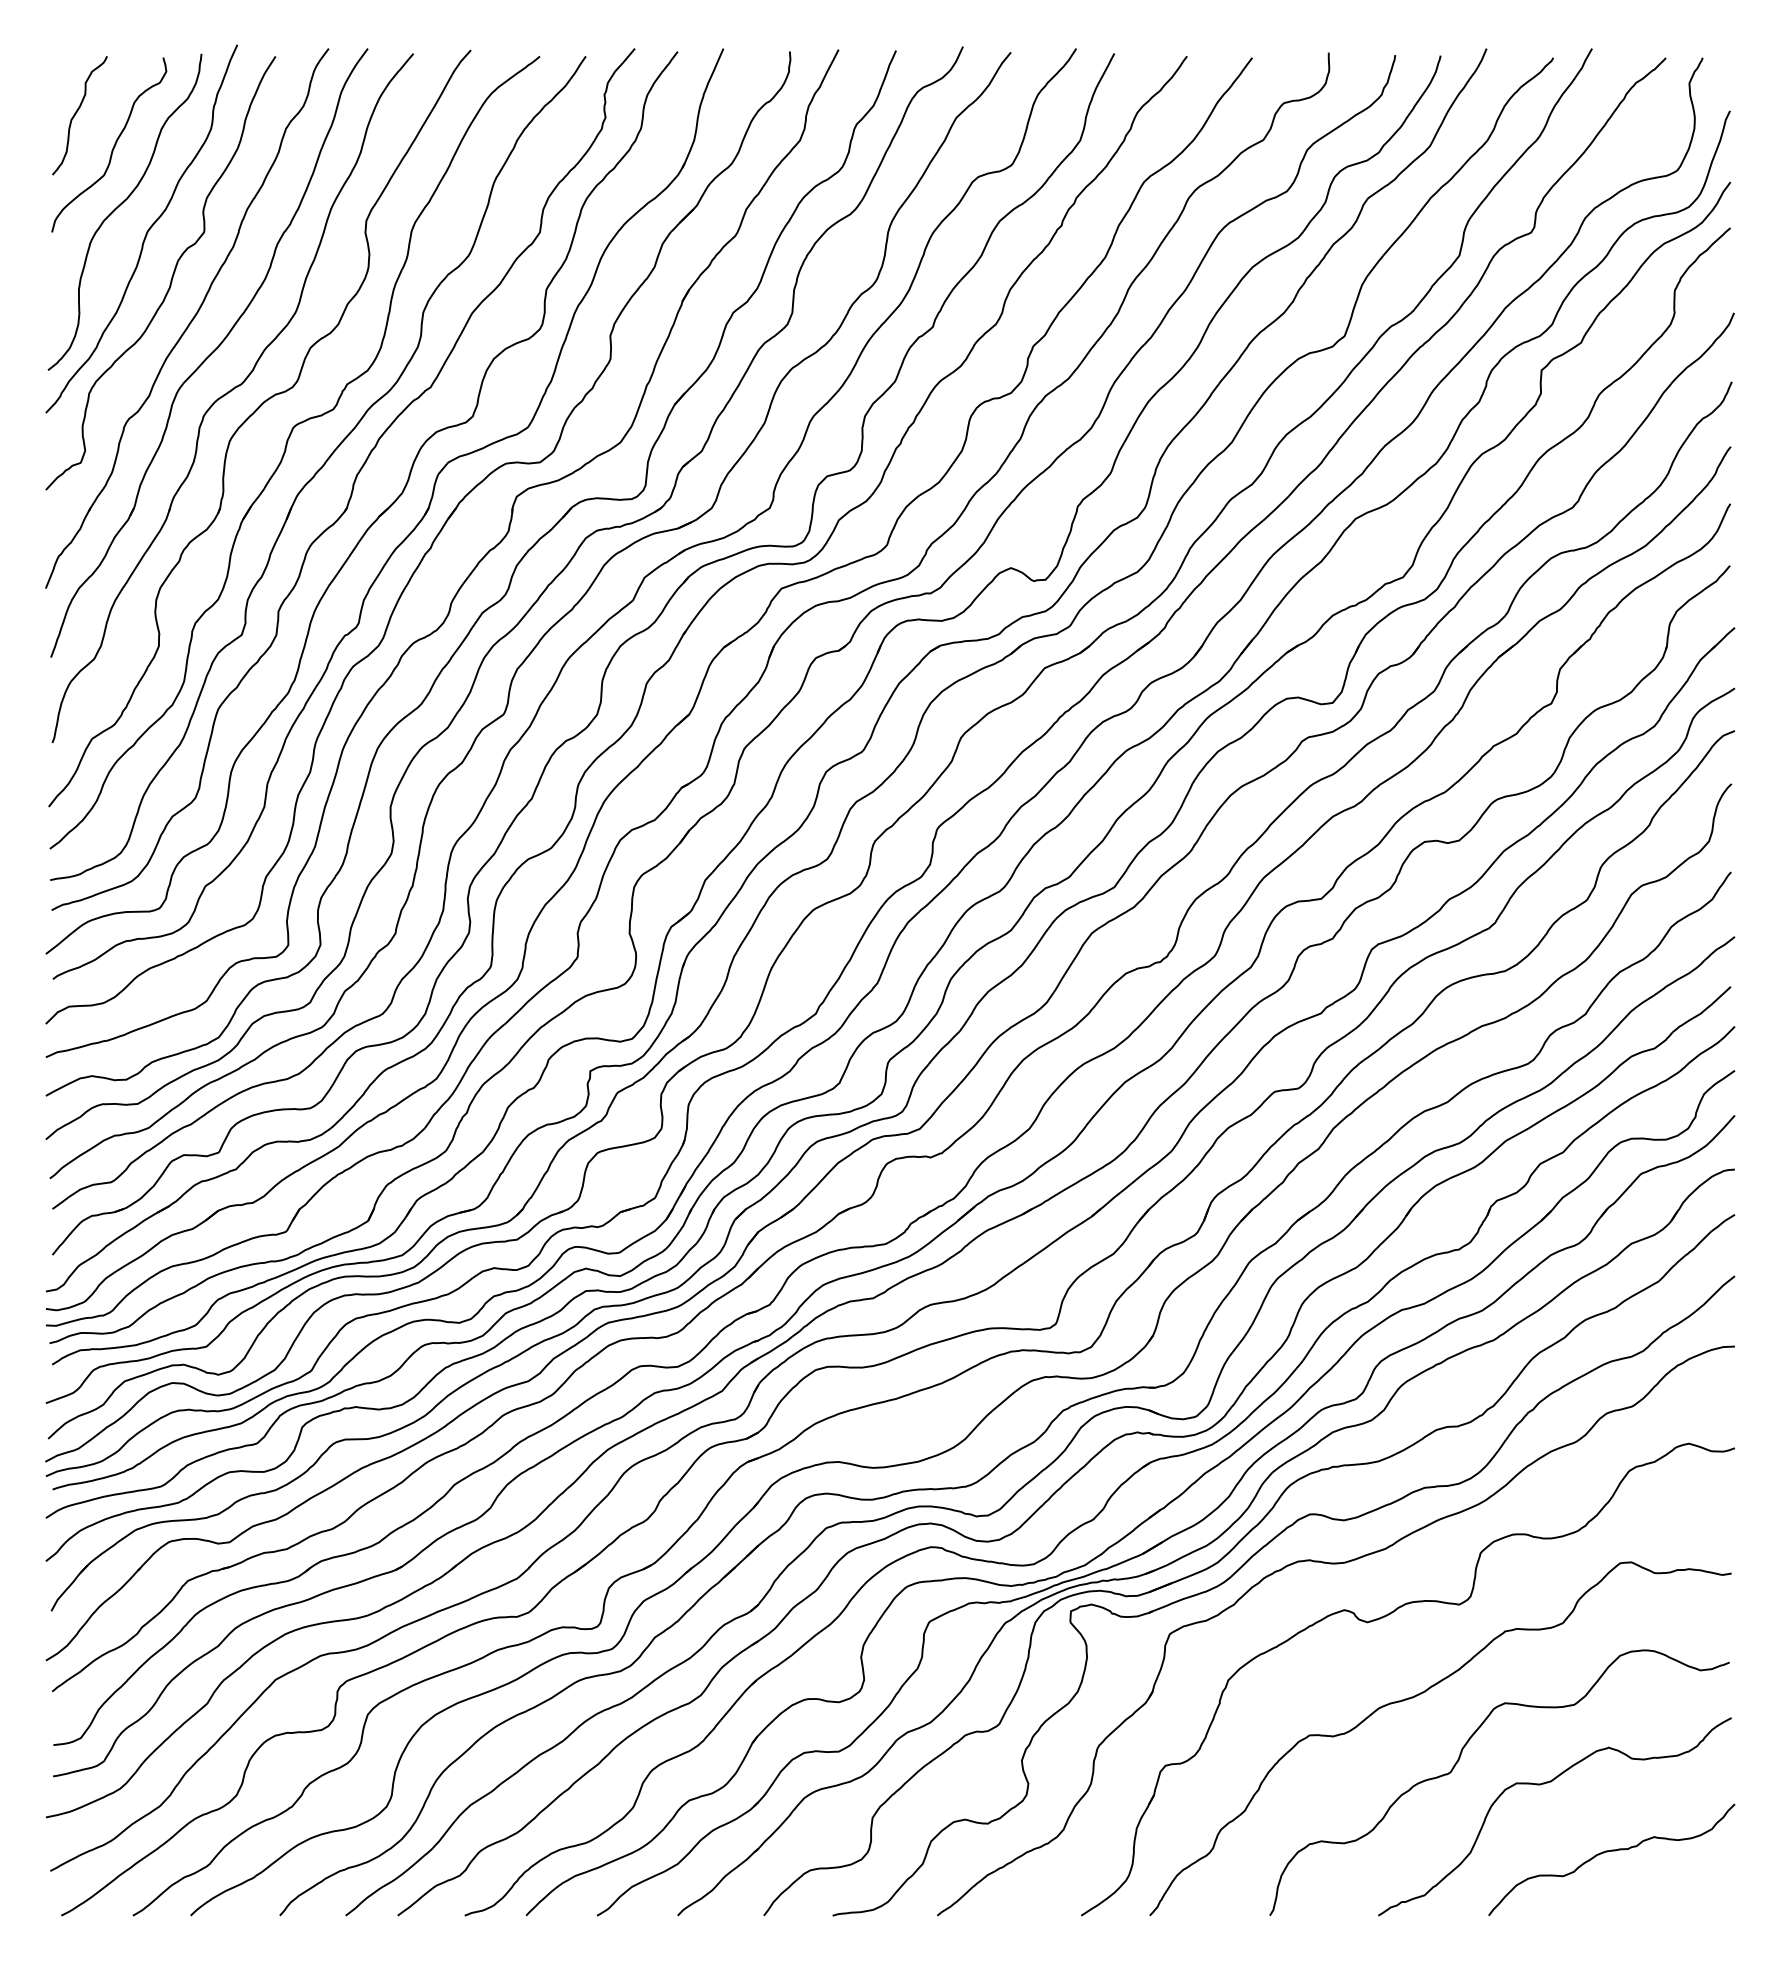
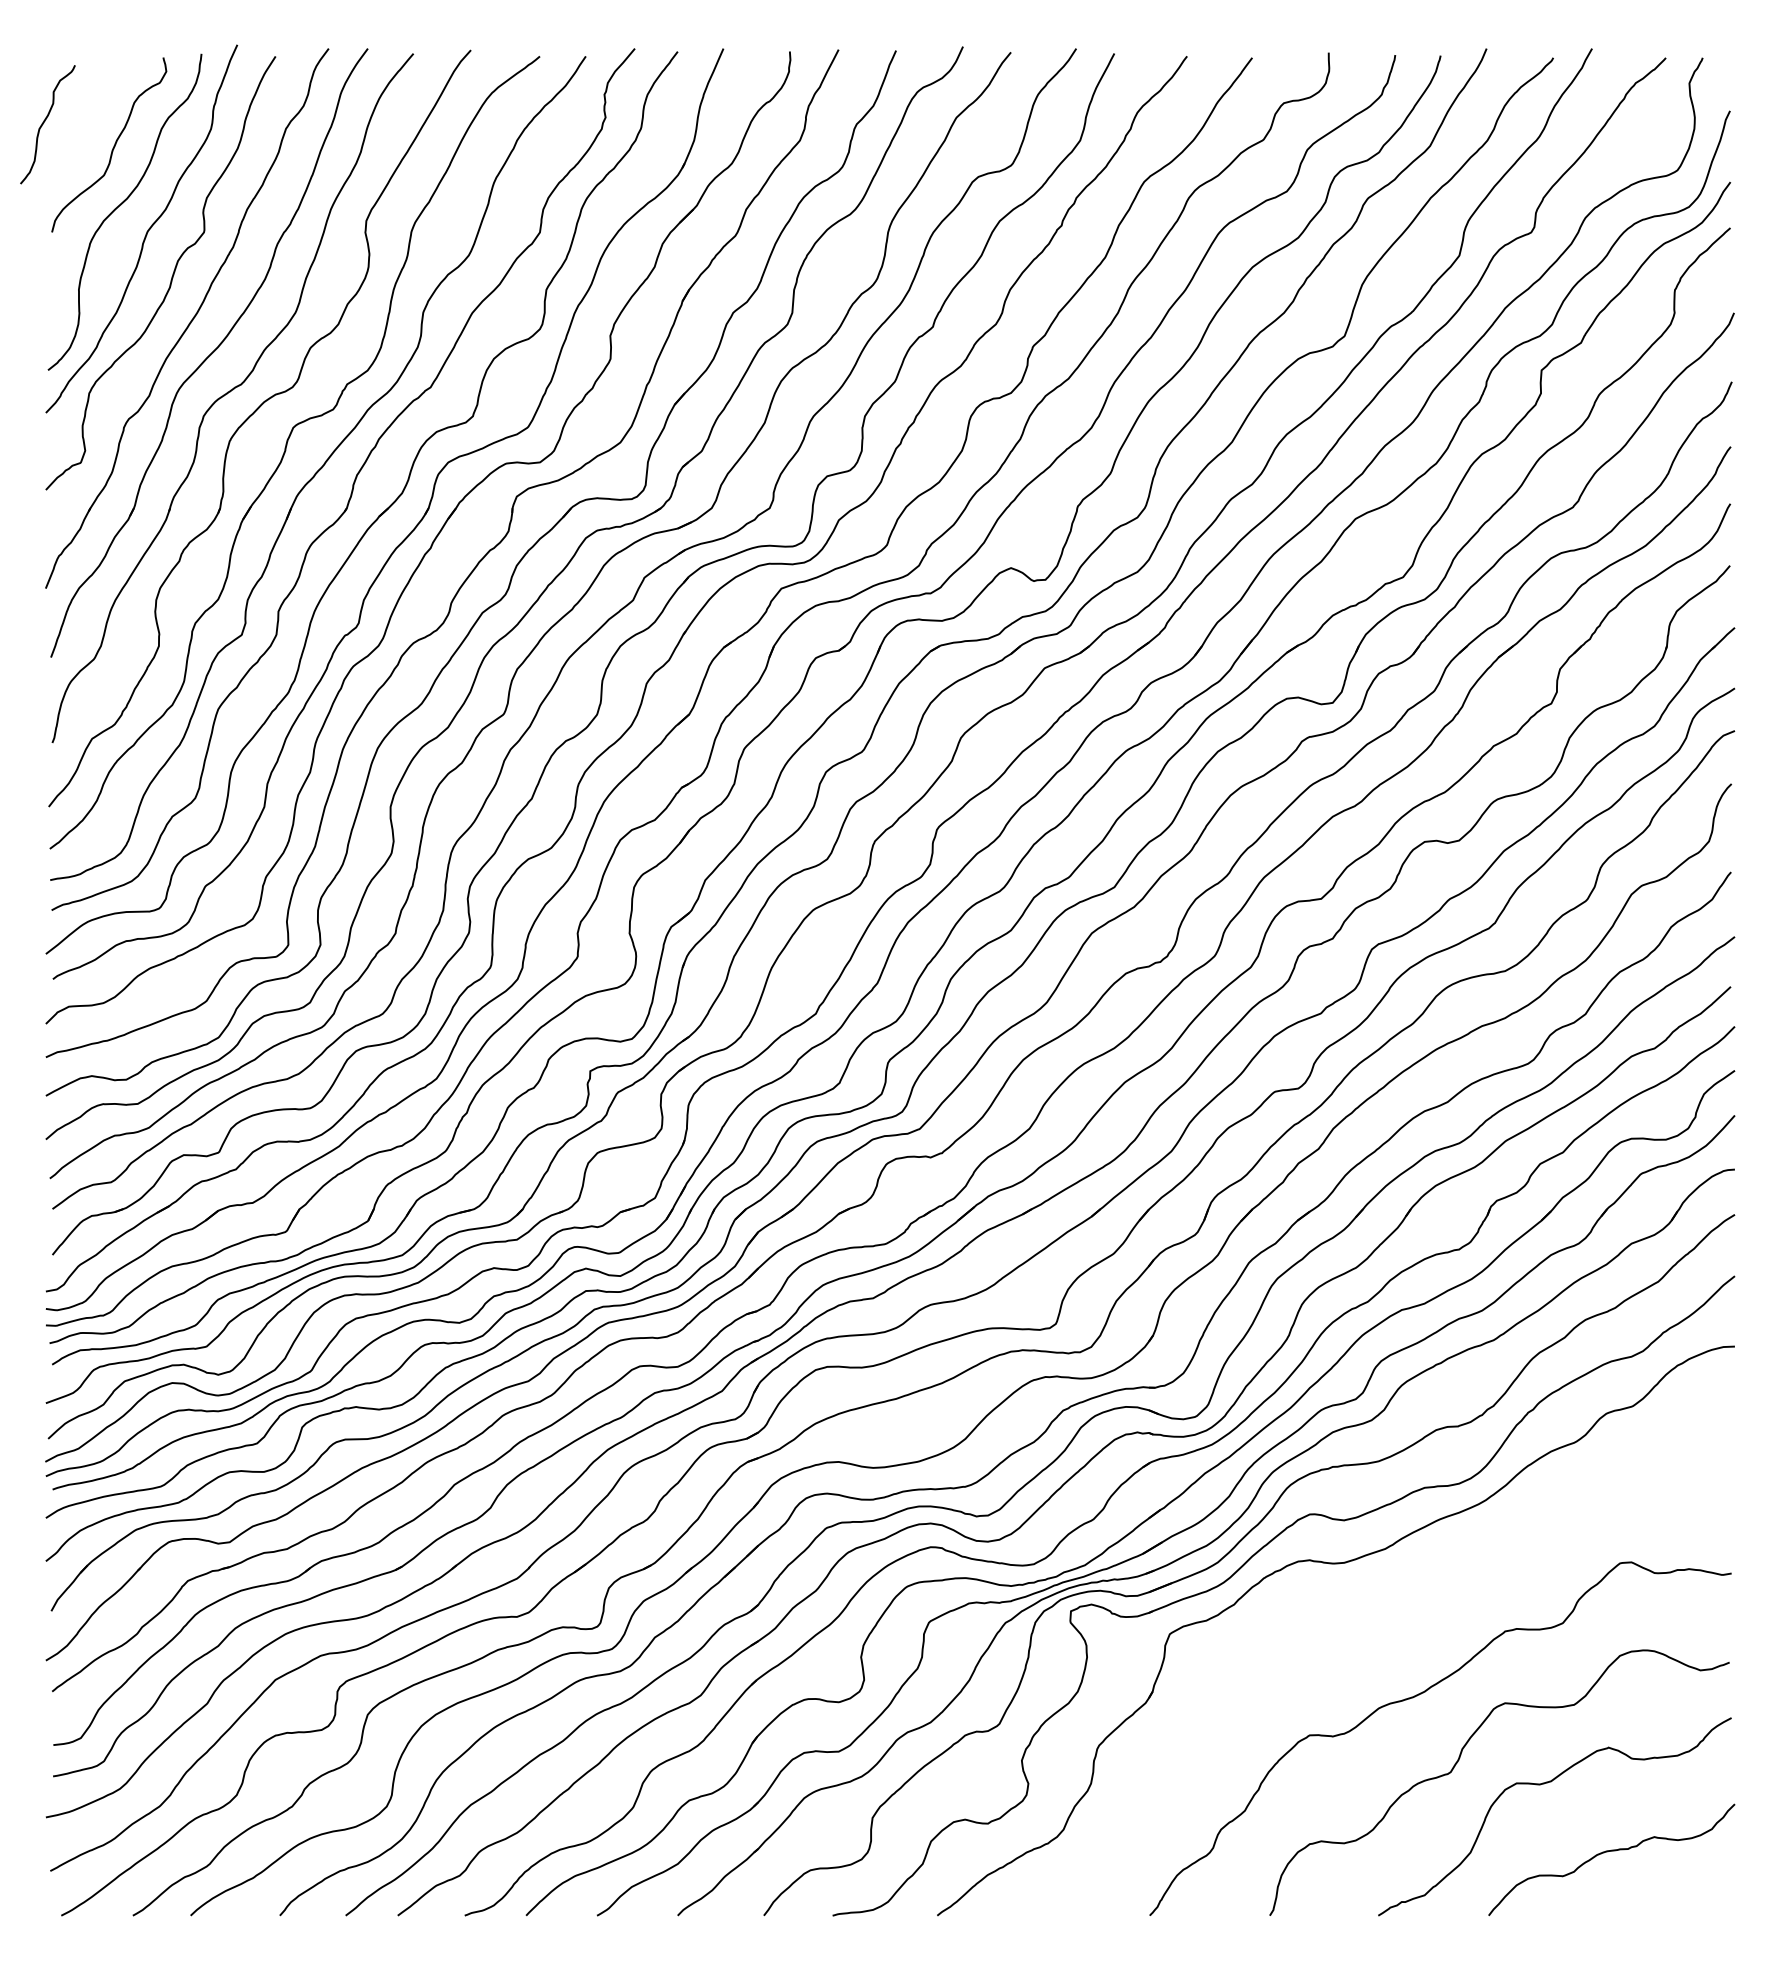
curve at (77, 112) position: (77, 112) -> (45, 121)
part at (1380, 1619): present -> none
